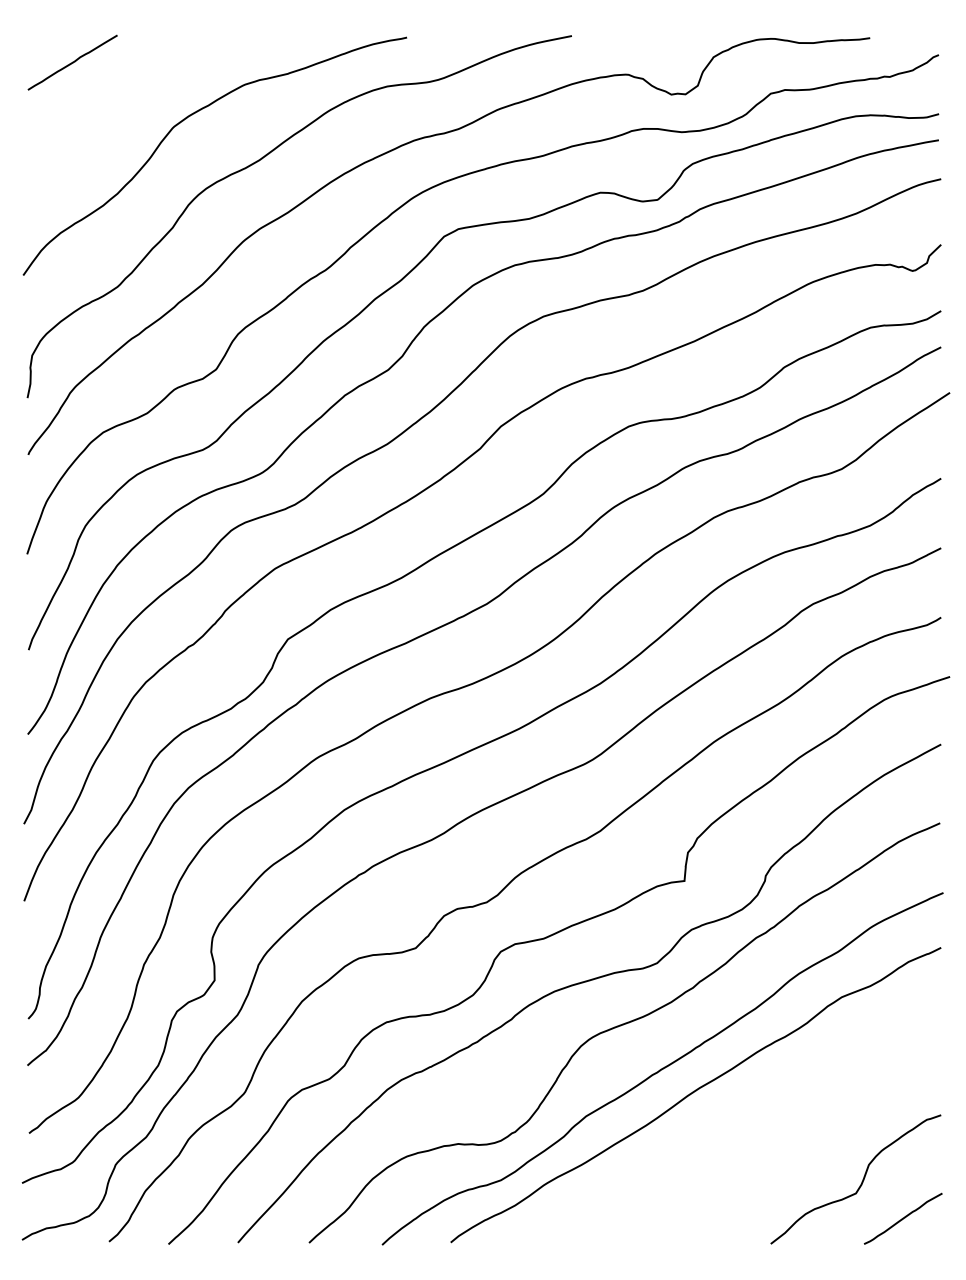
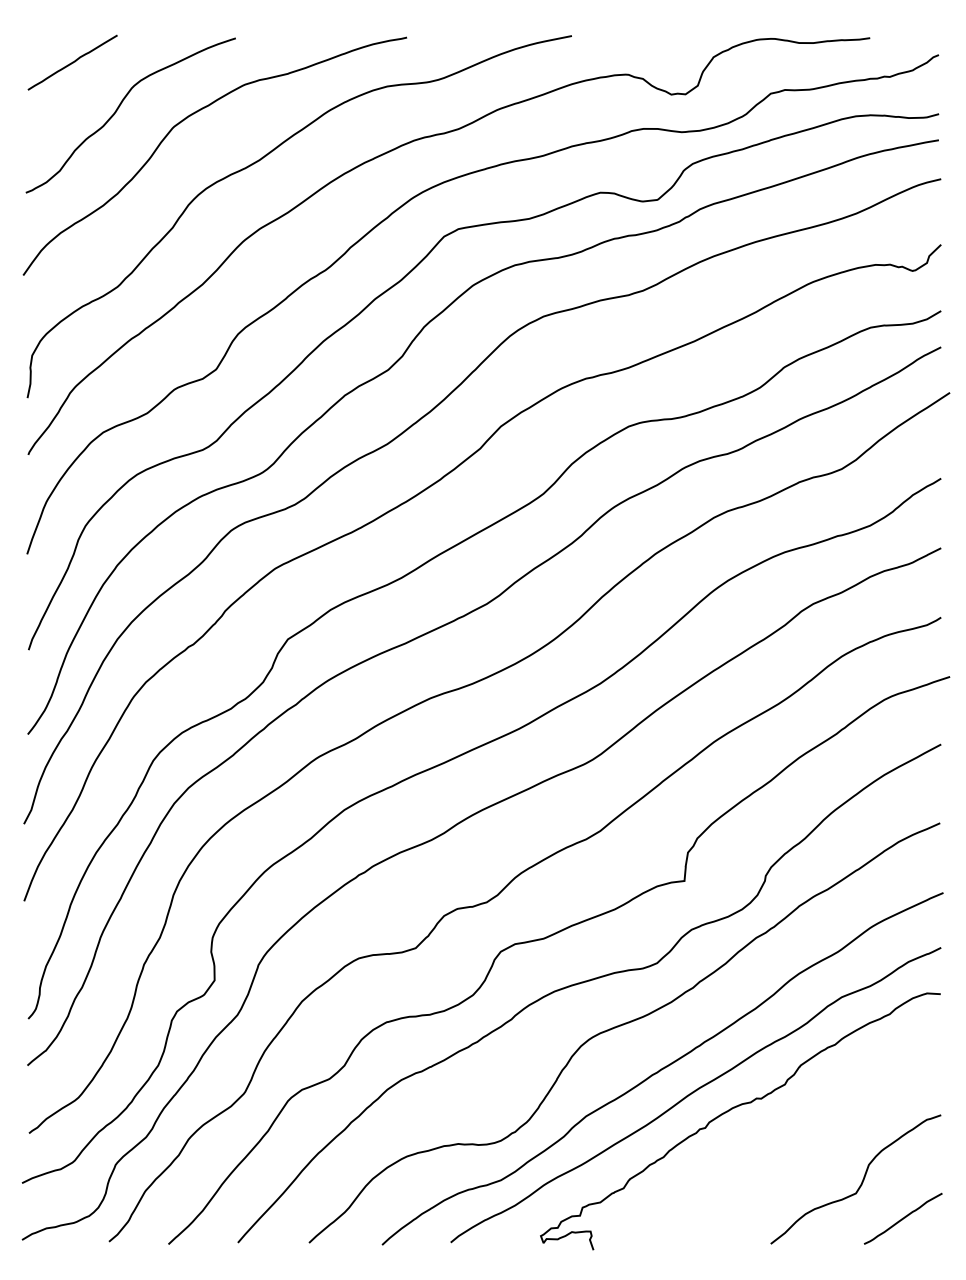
curve at (118, 109): none -> present
curve at (737, 1107): none -> present
